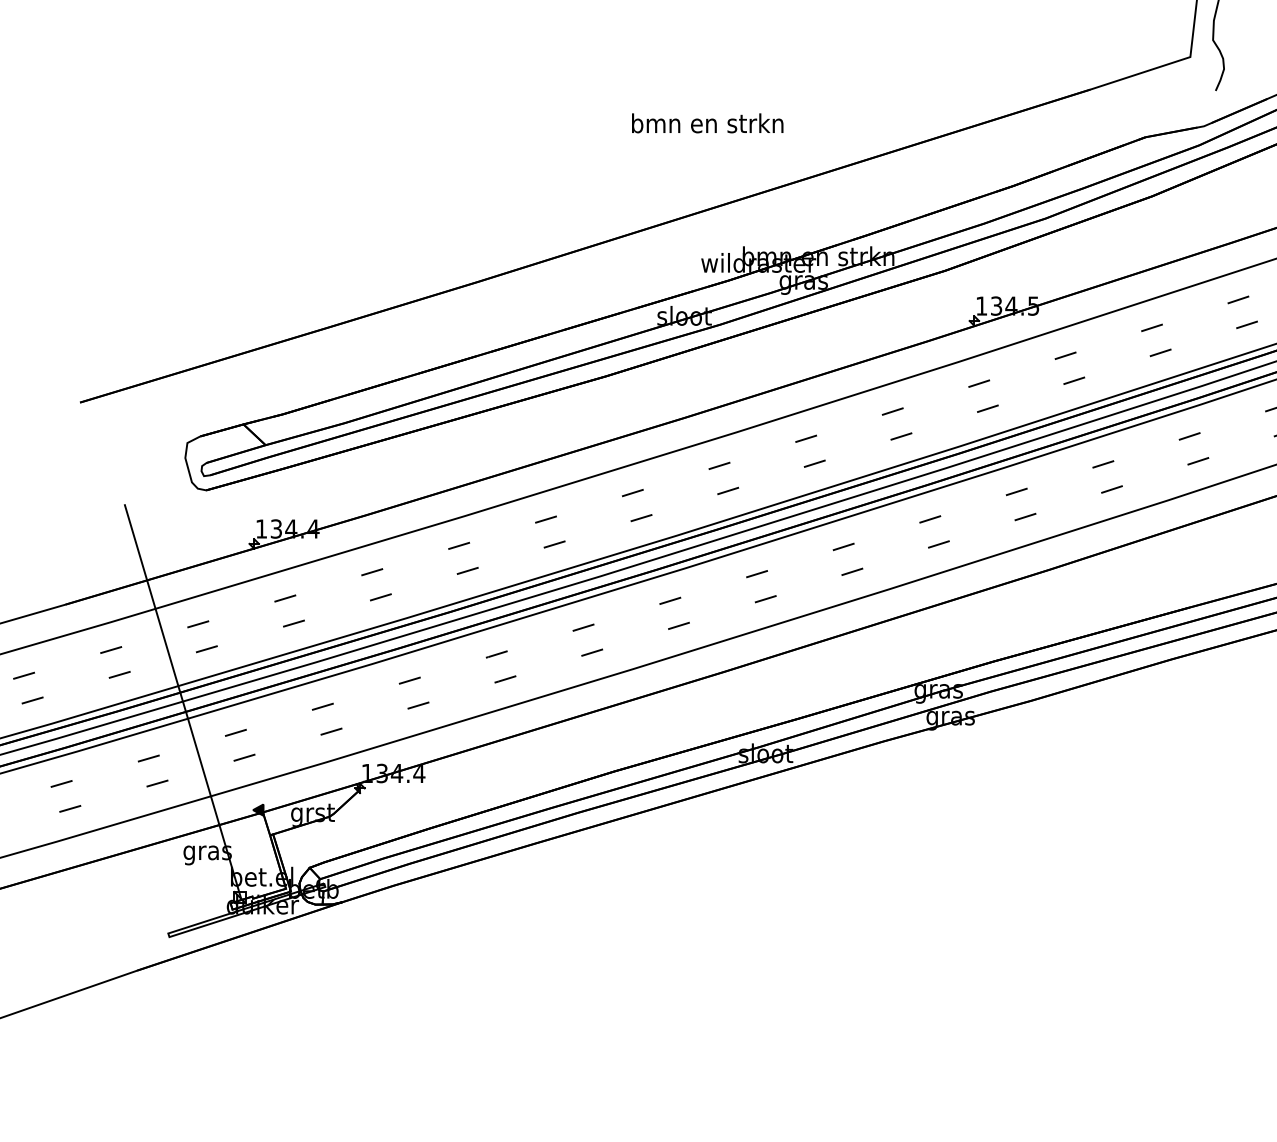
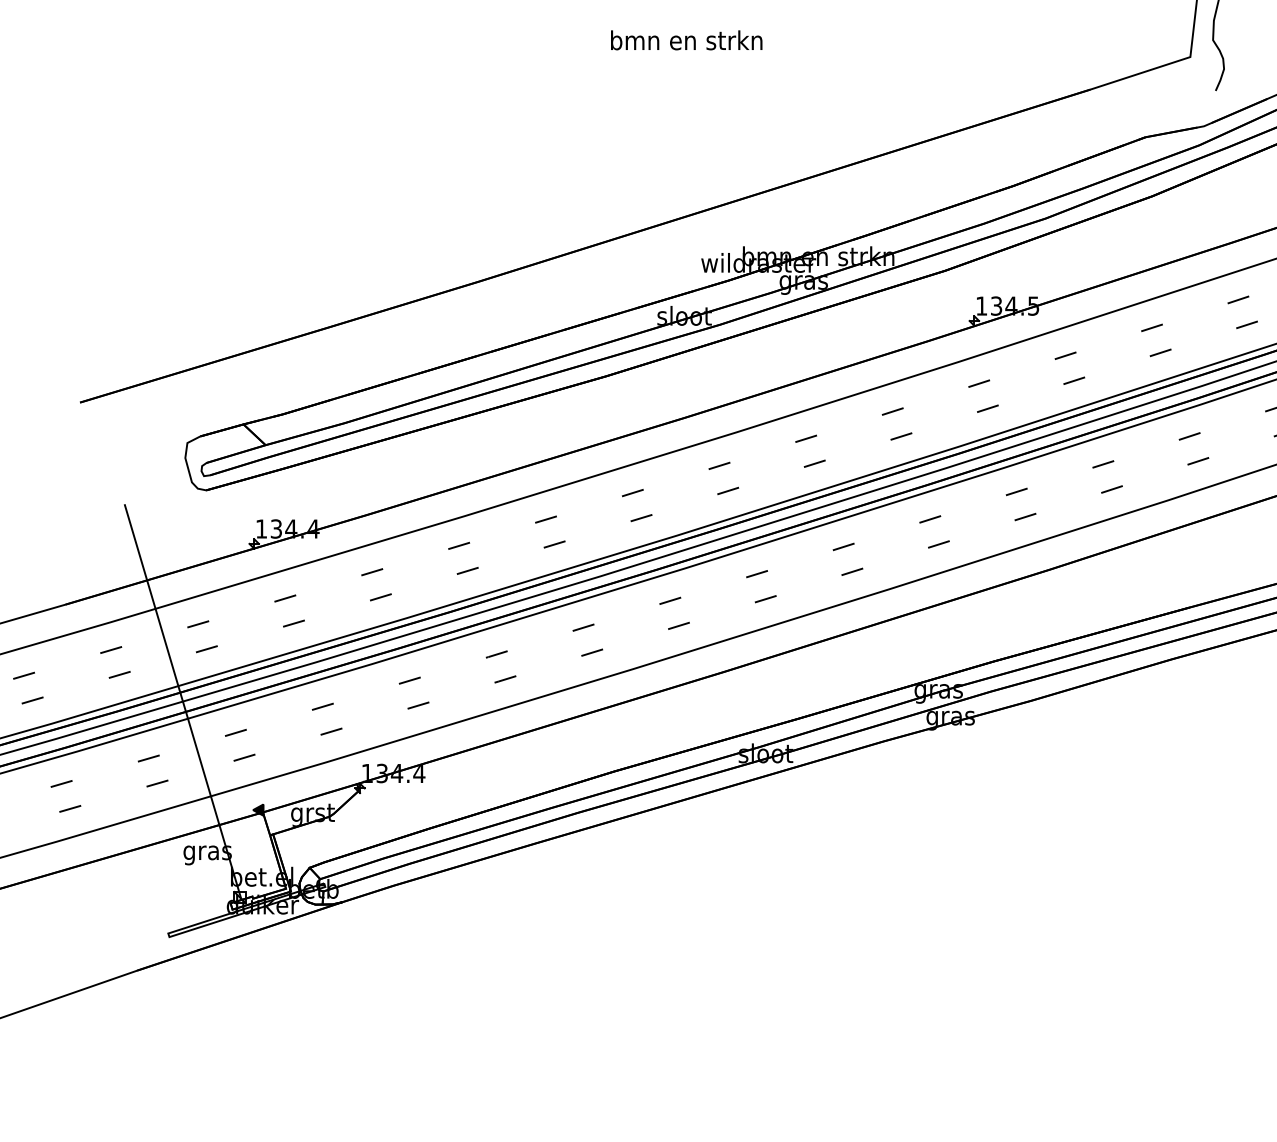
text at (707, 123) position: (707, 123) -> (686, 40)
